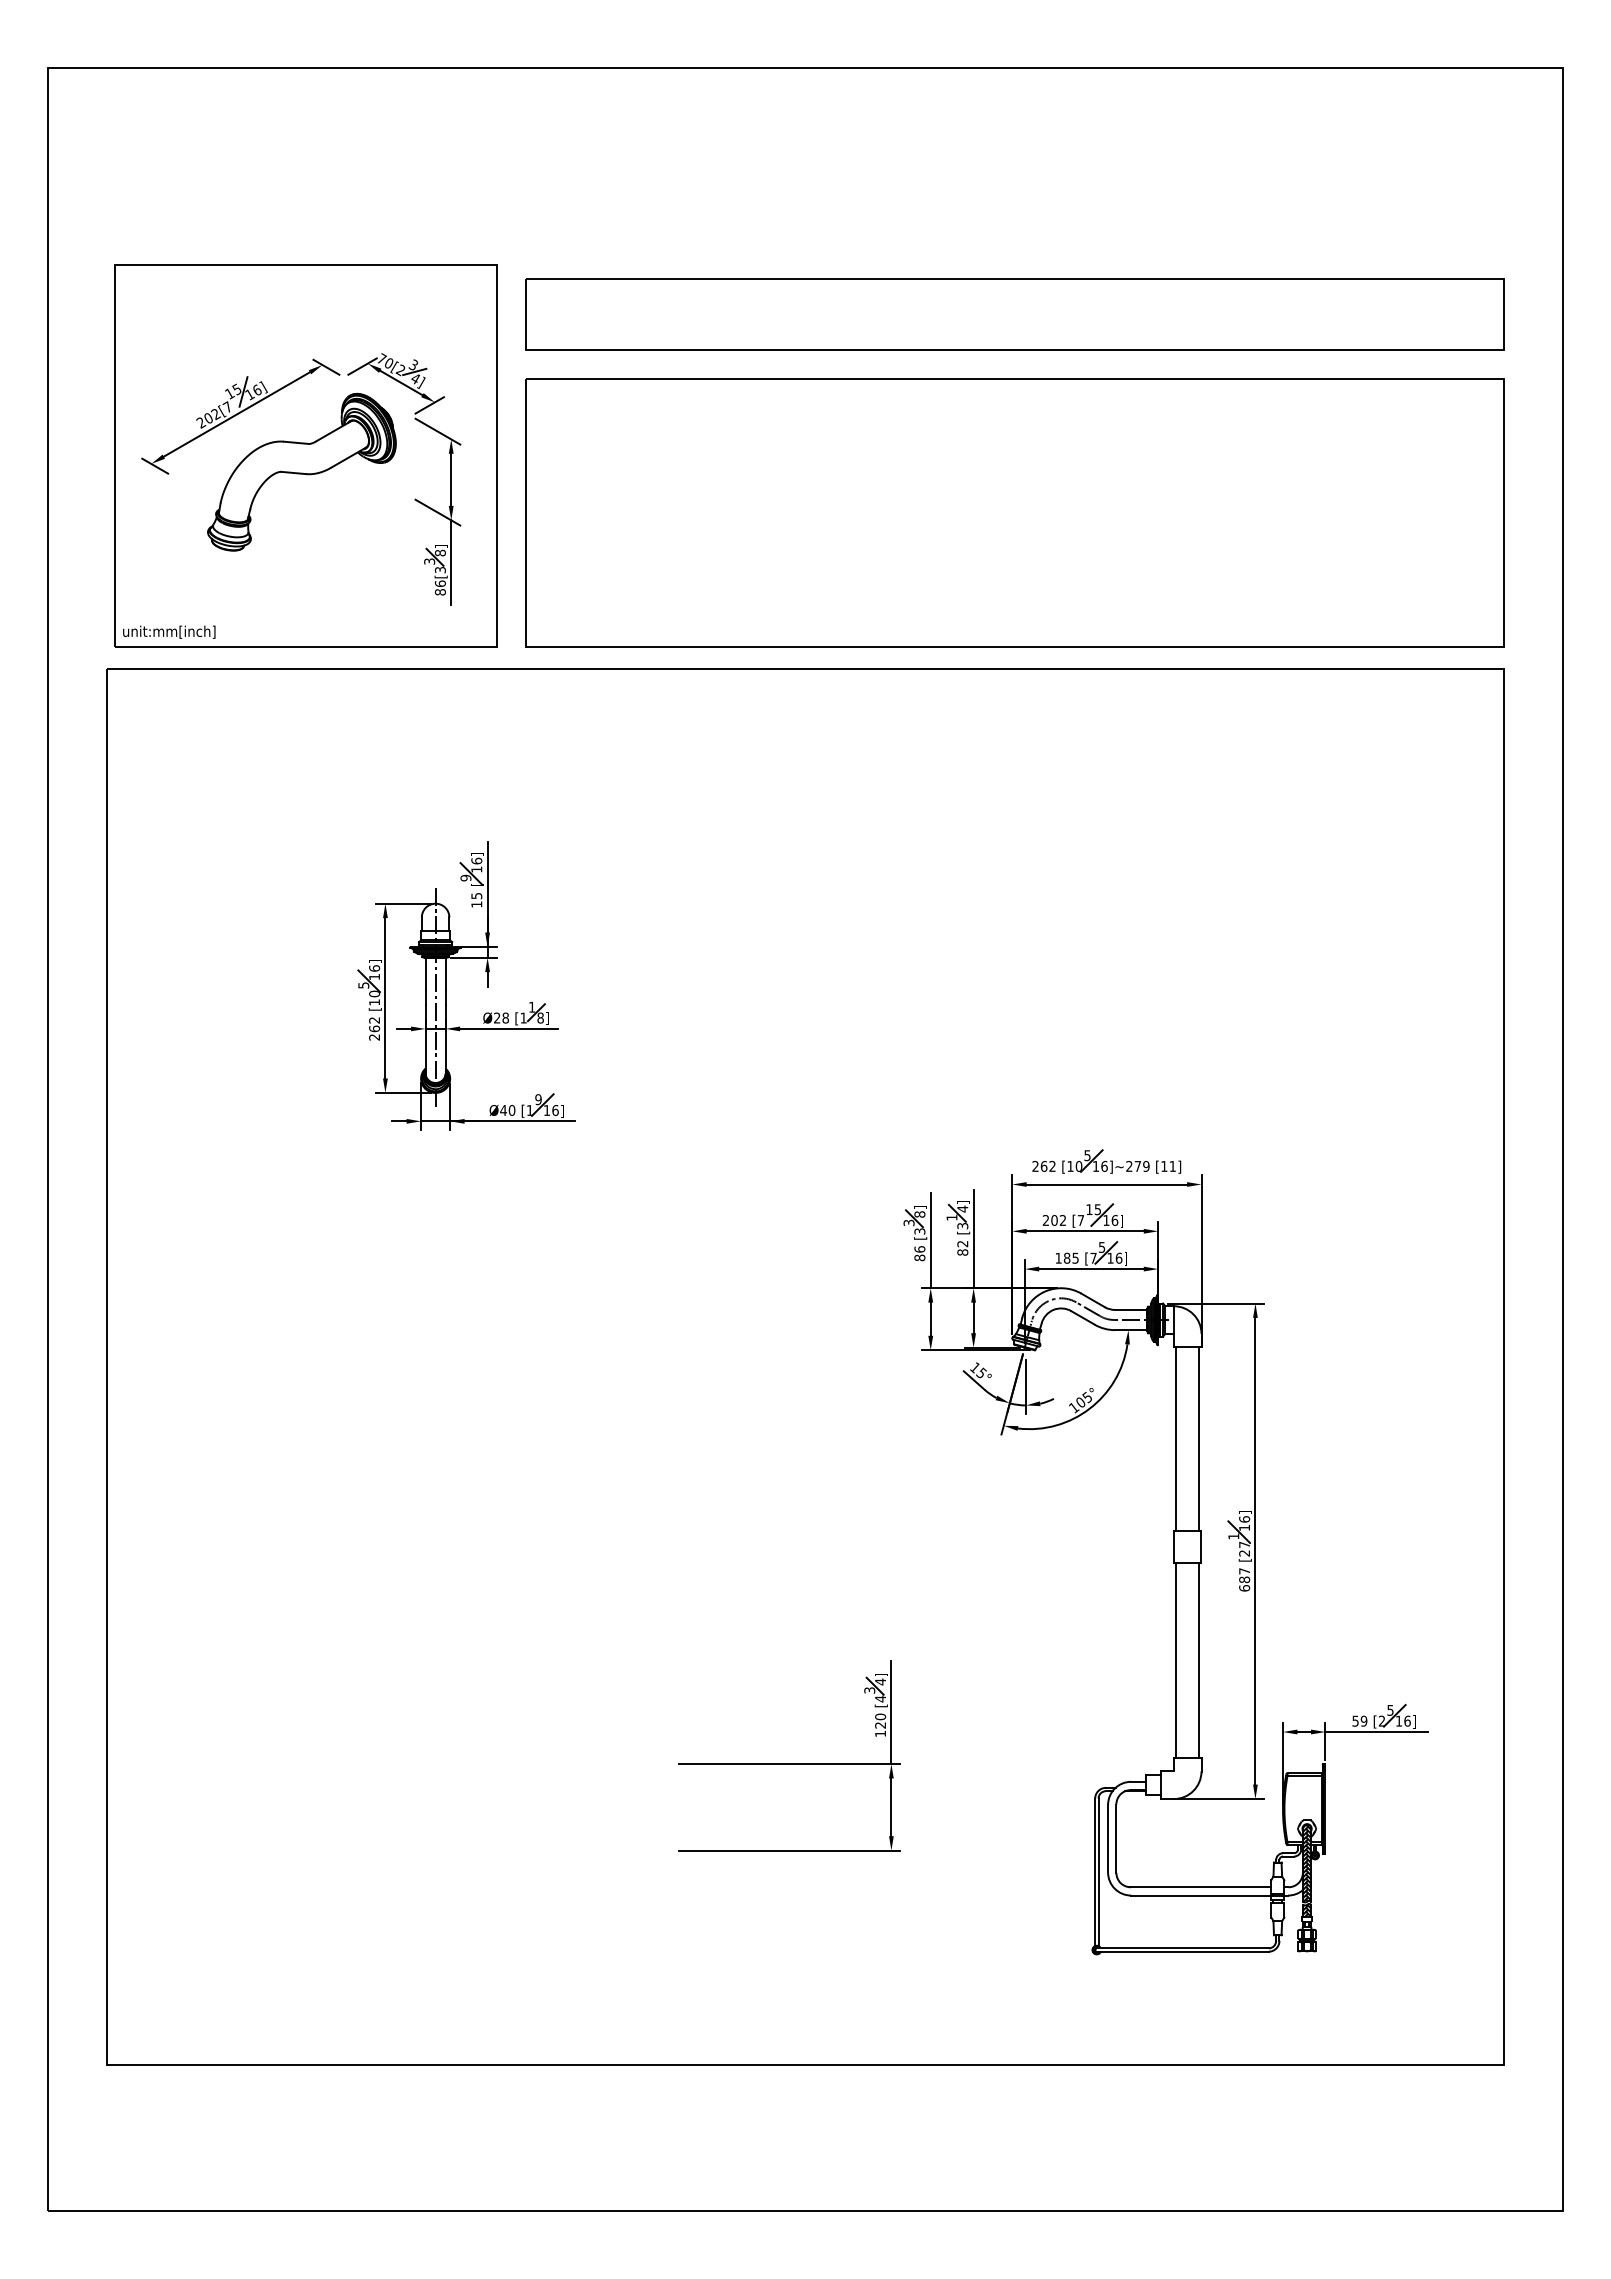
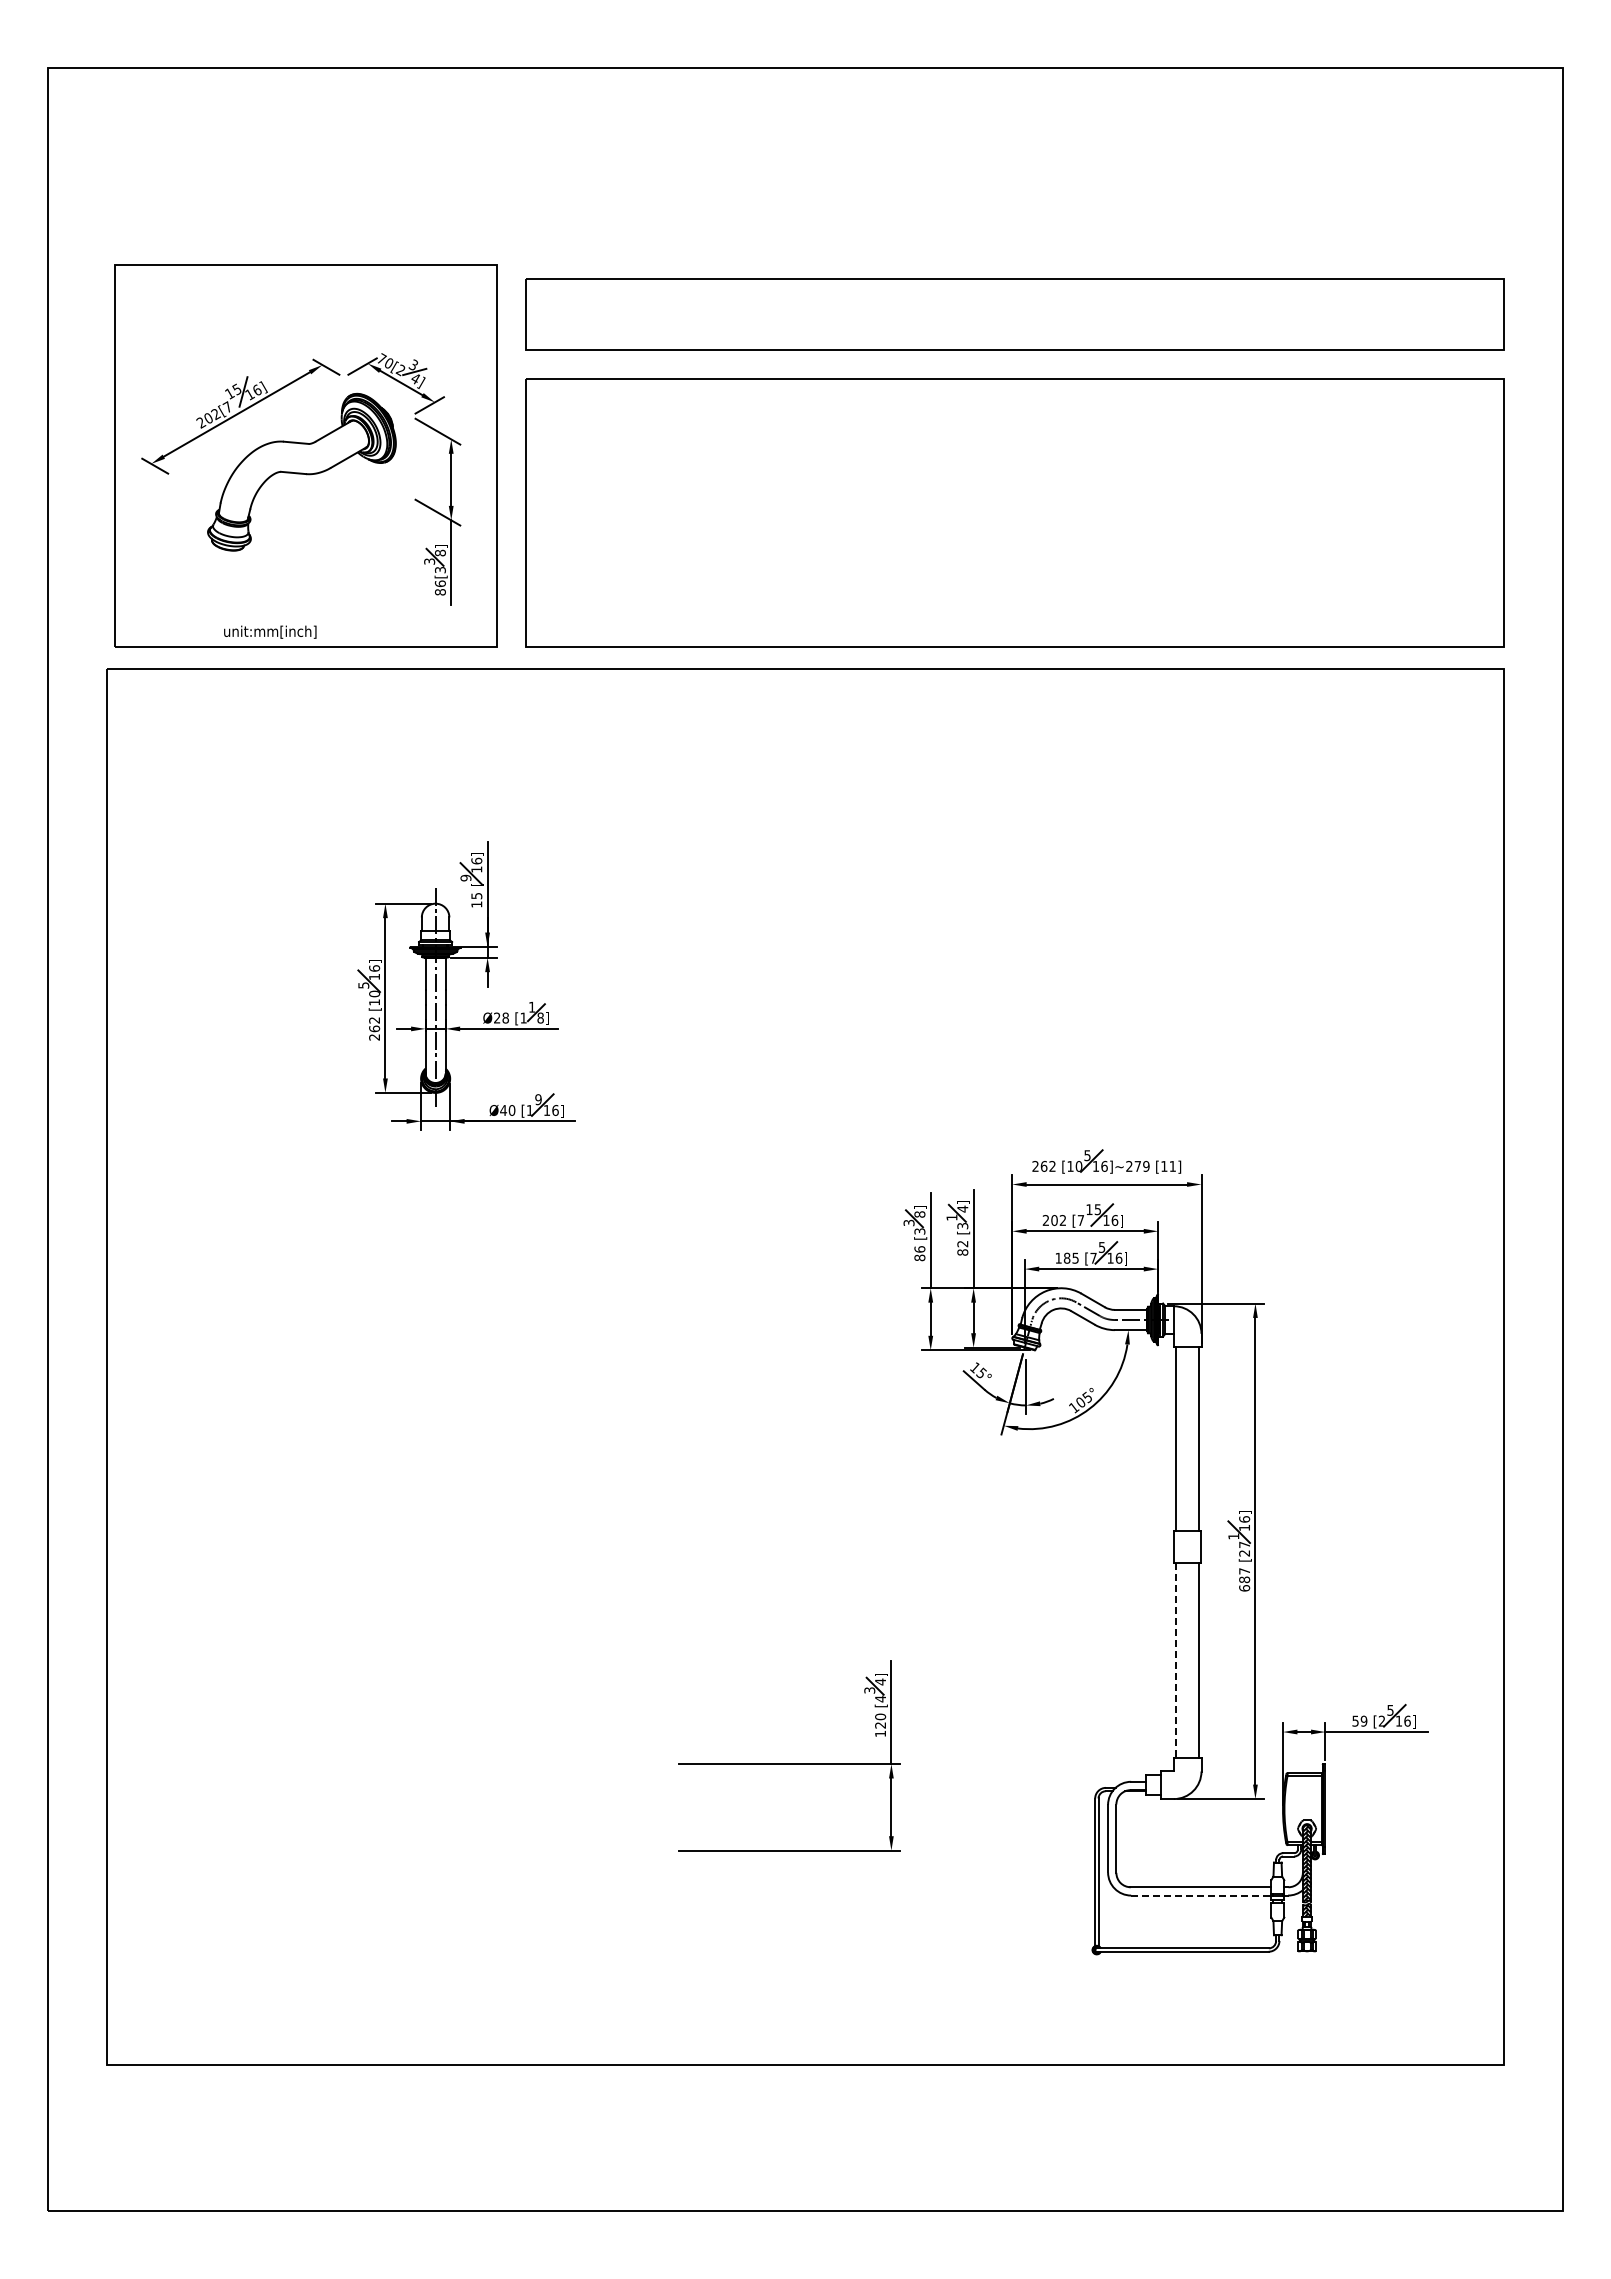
text at (169, 631) position: (169, 631) -> (270, 631)
line at (1176, 1660): solid -> dashed
line at (1201, 1895): solid -> dashed
